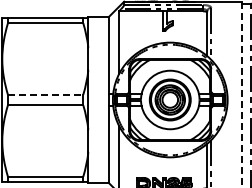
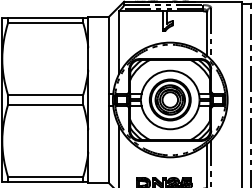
line at (45, 94): dashed -> solid
line at (242, 94): dashed -> solid
